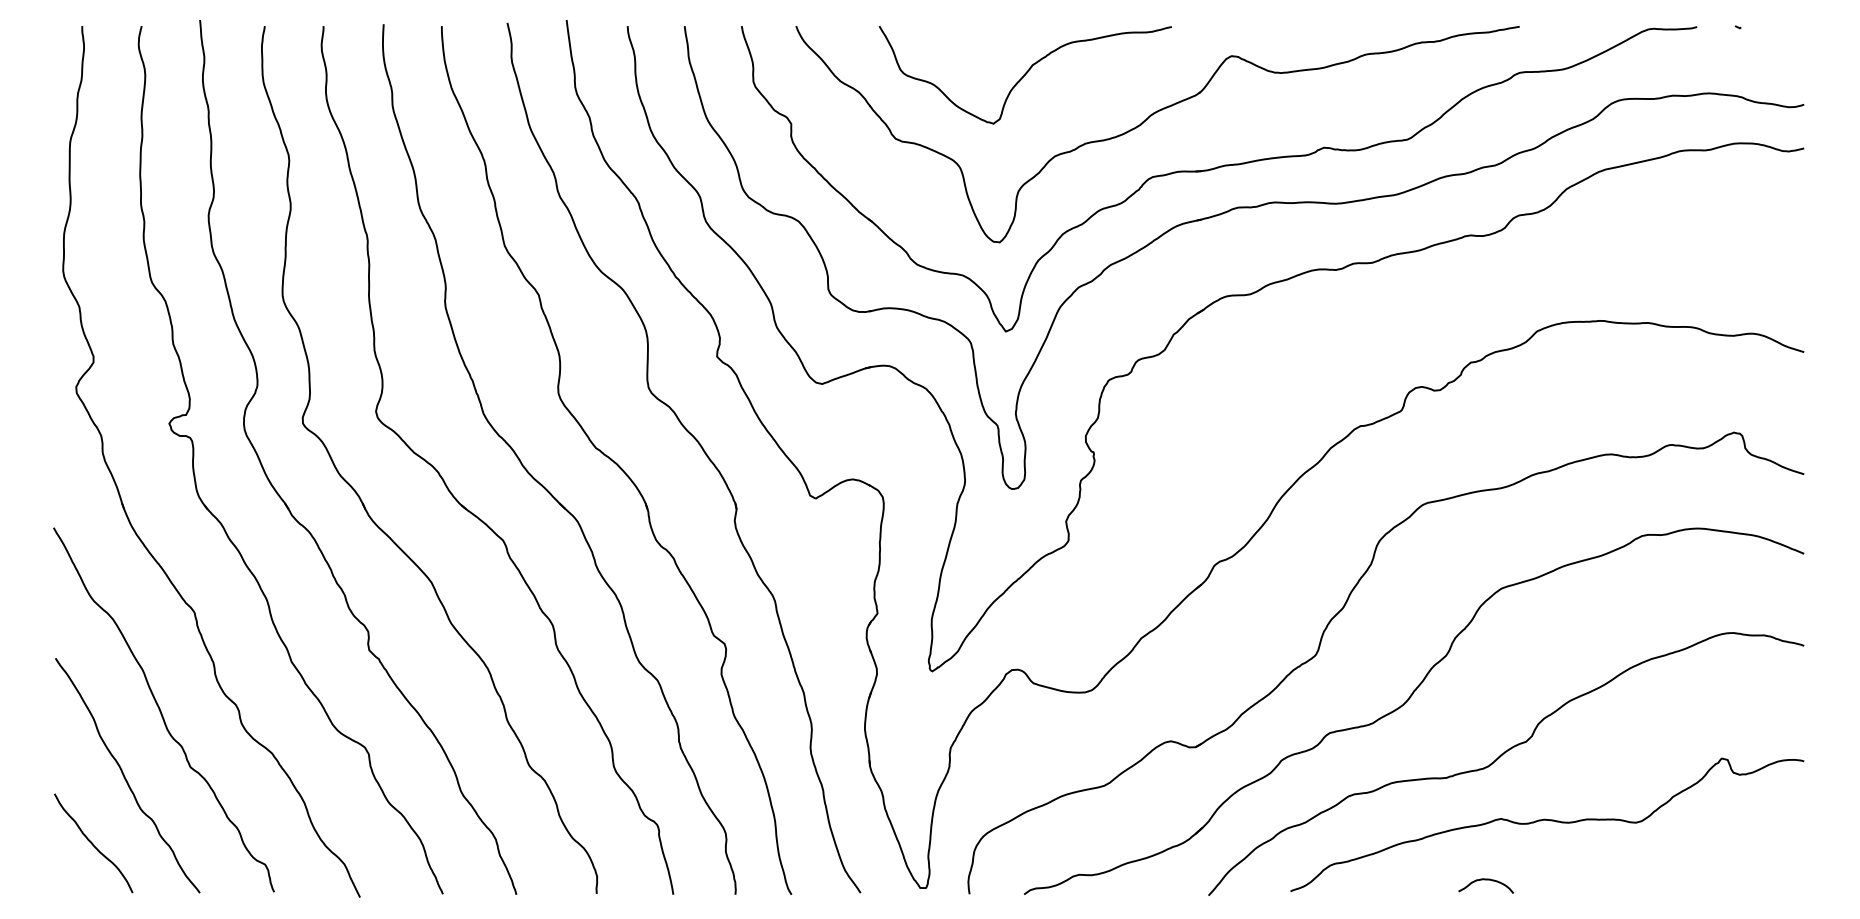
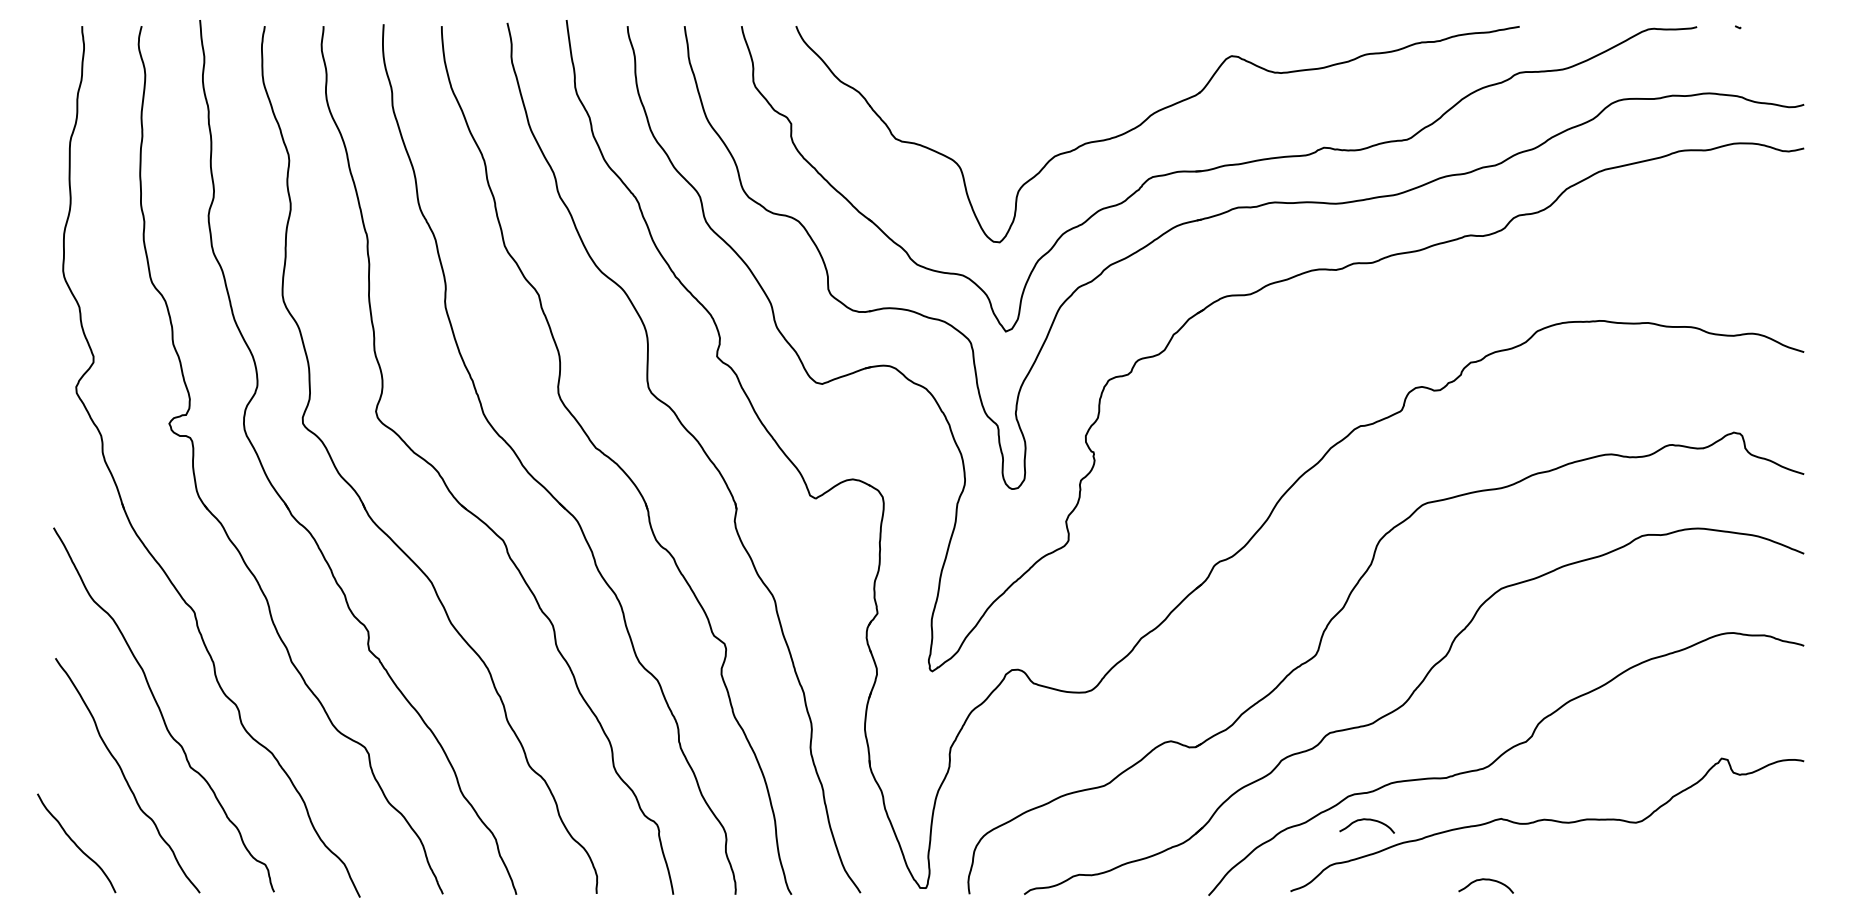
curve at (1024, 74): present -> none
curve at (1366, 820): none -> present
curve at (93, 843) position: (93, 843) -> (76, 843)
